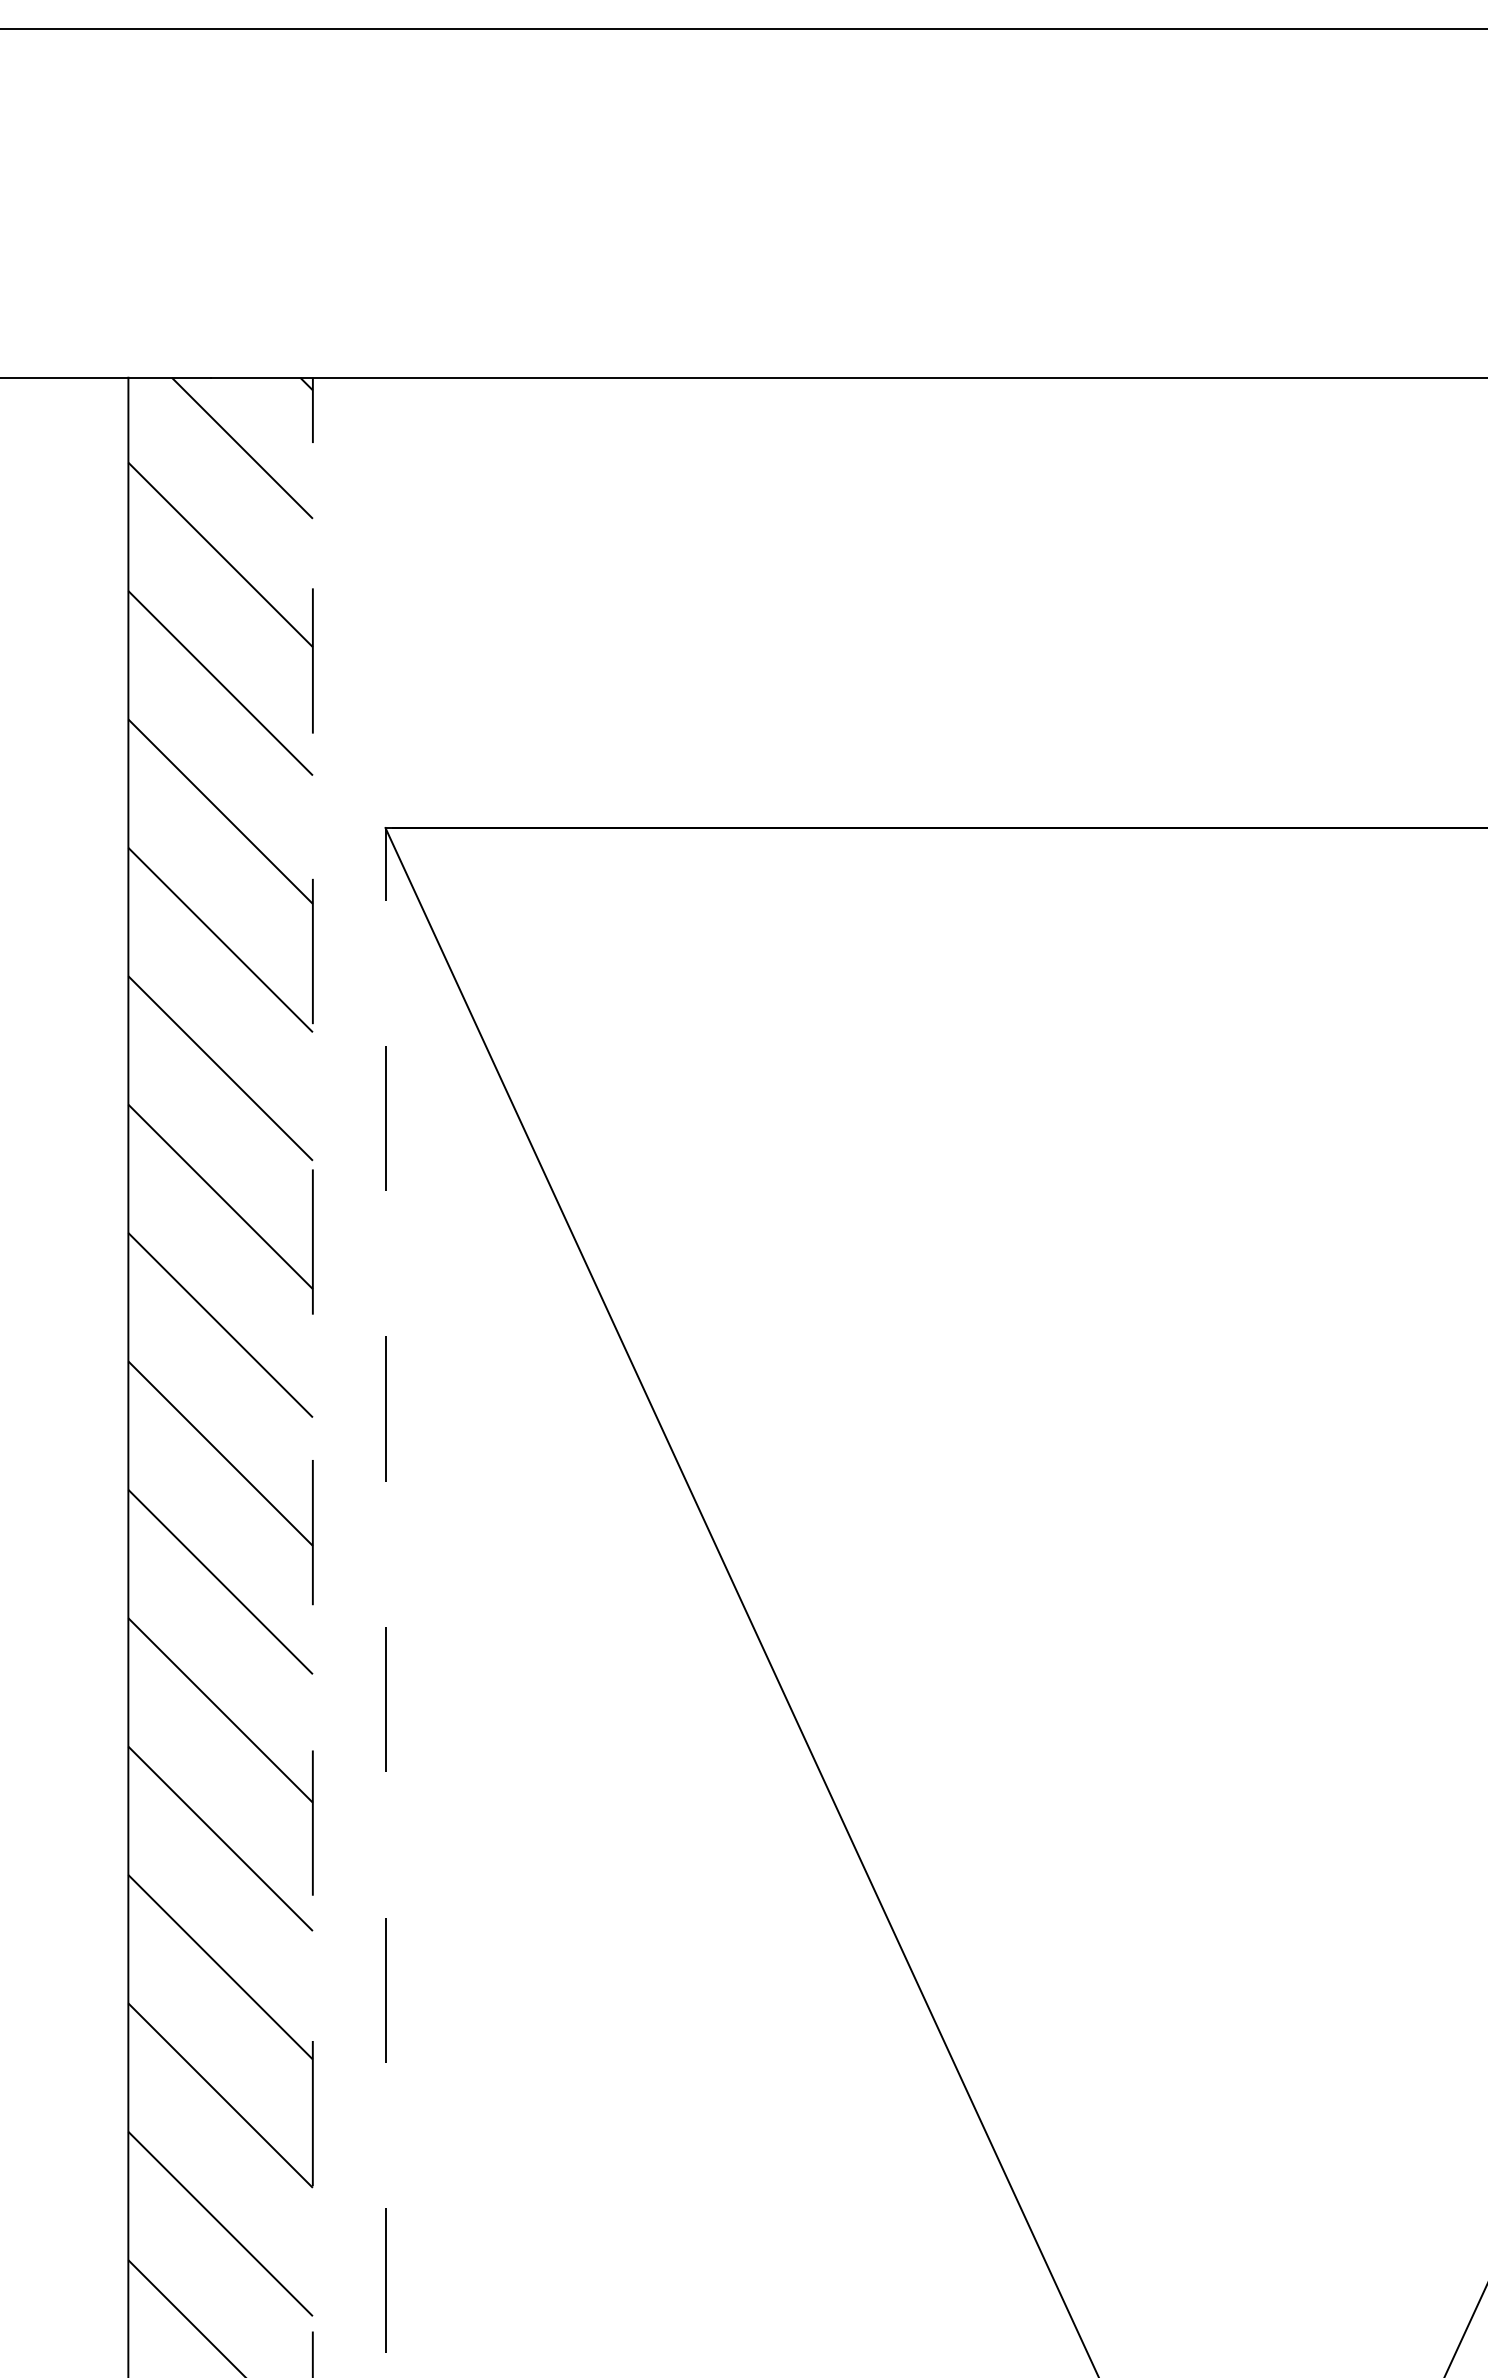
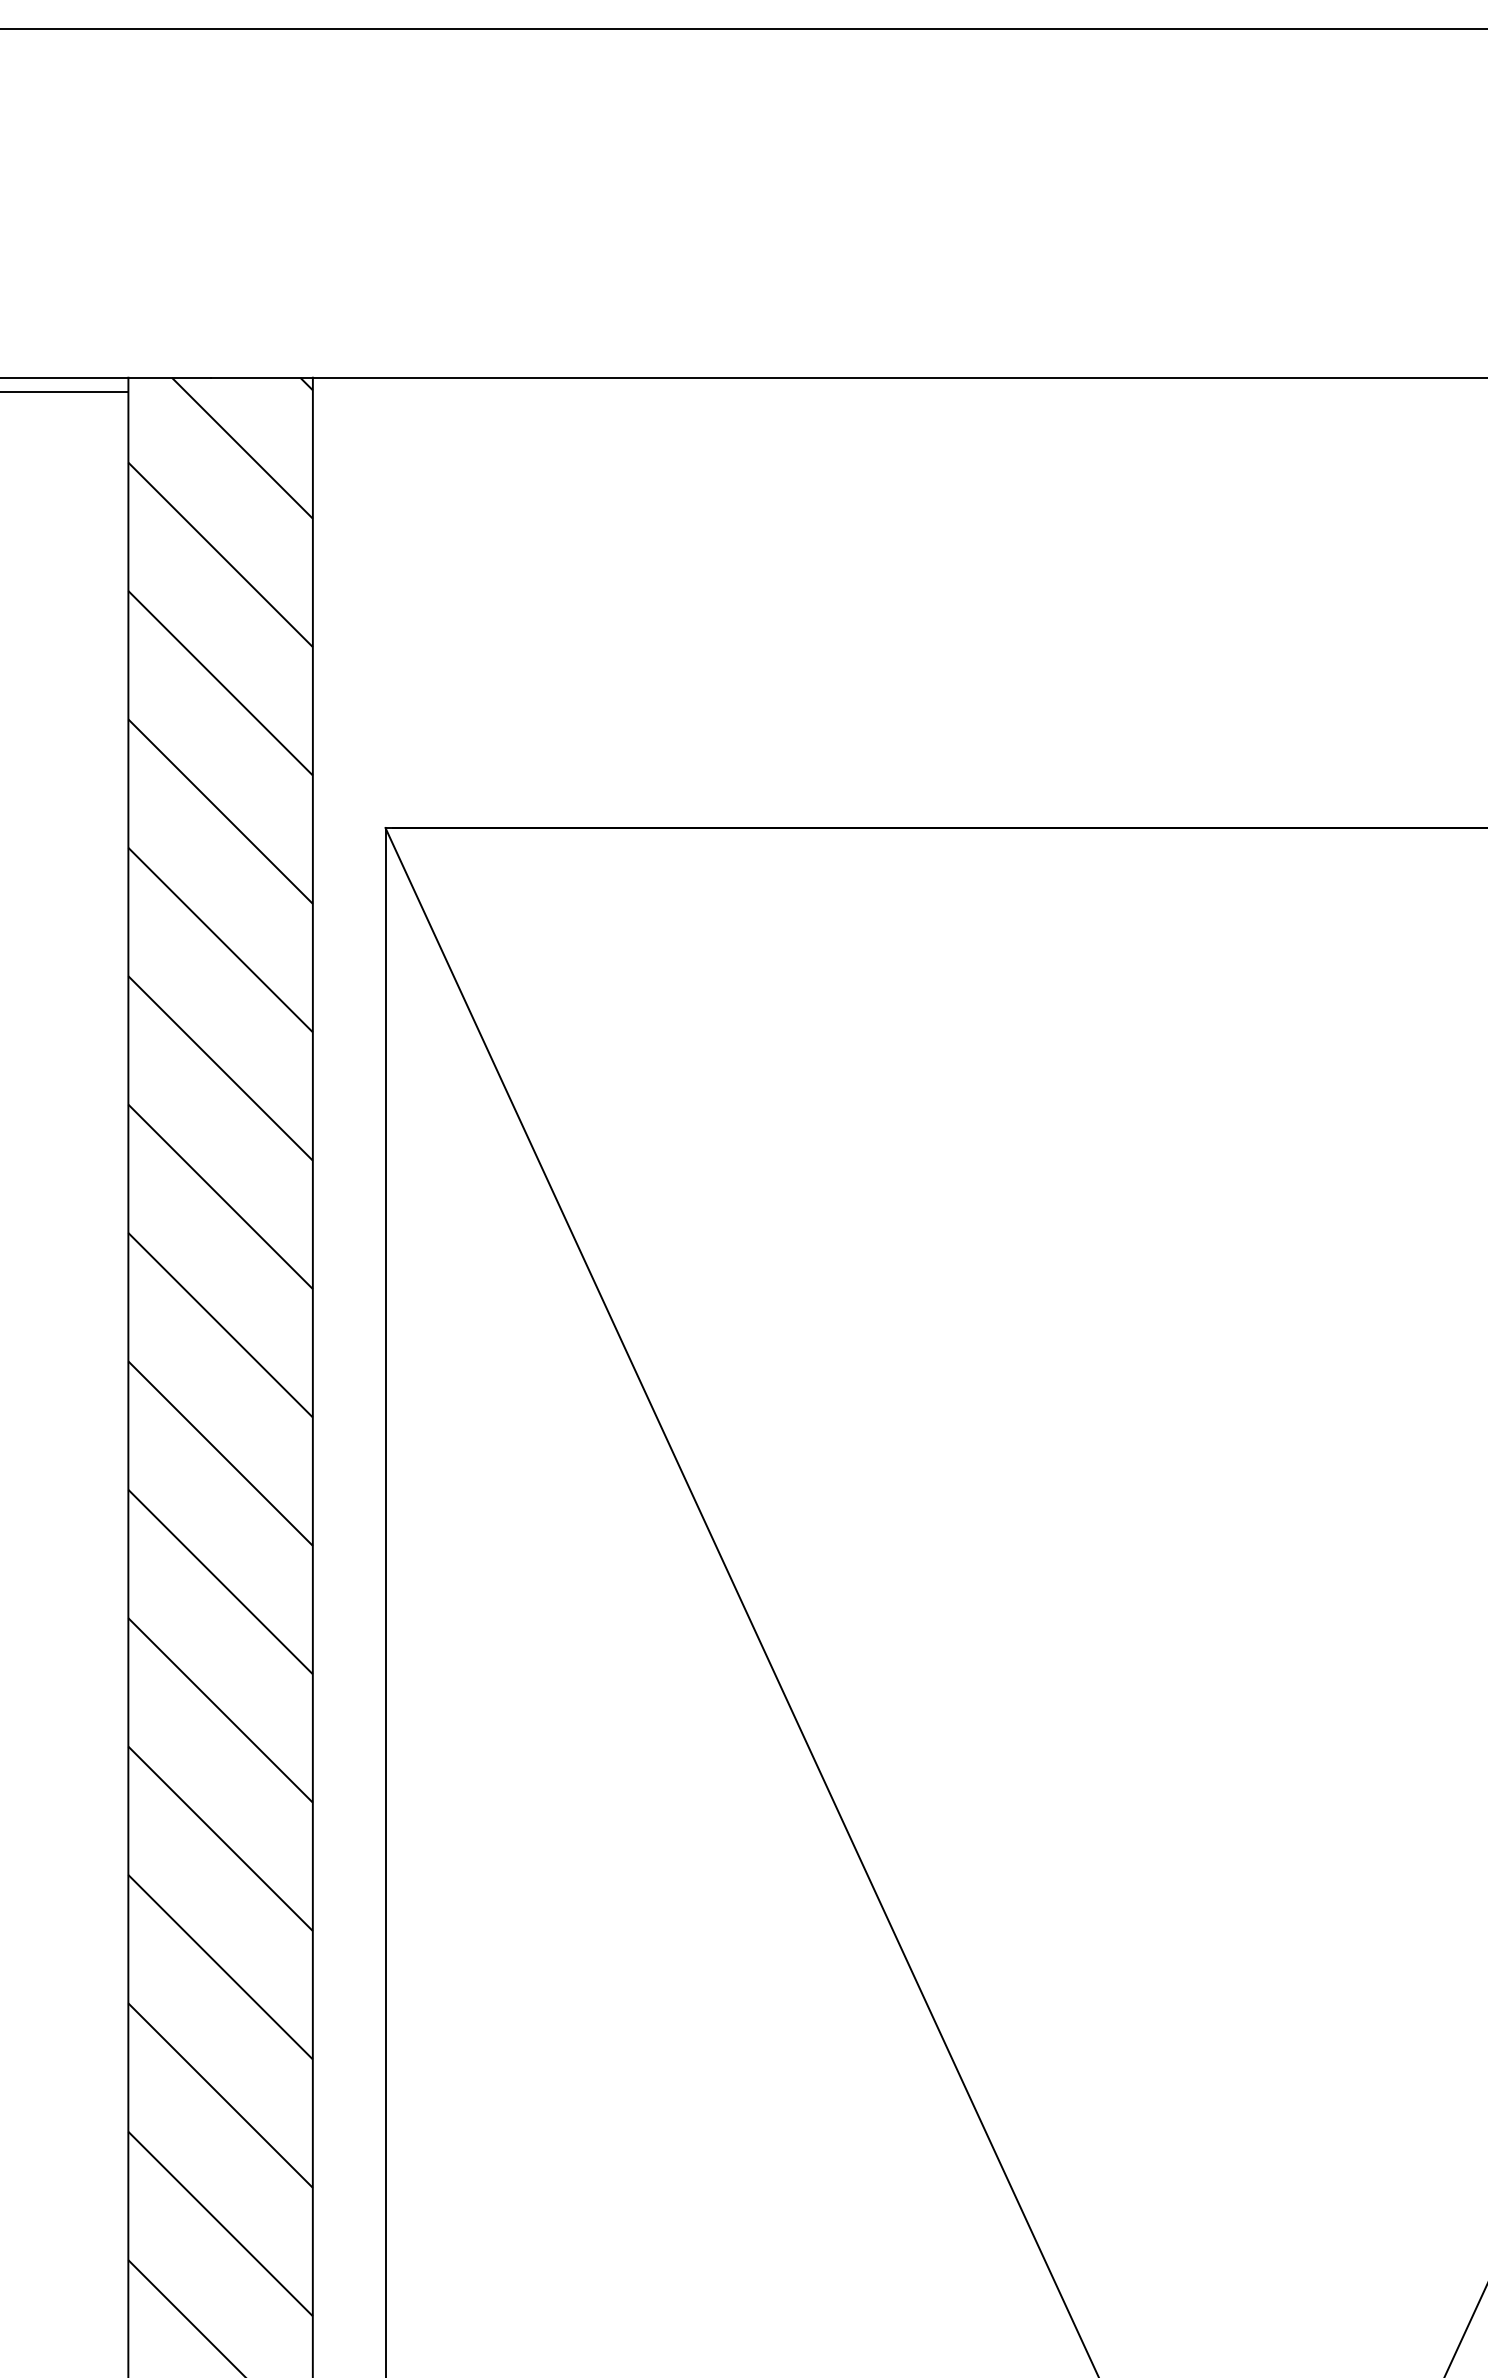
line at (65, 392): none -> present
line at (312, 1377): dashed -> solid
line at (385, 1602): dashed -> solid
